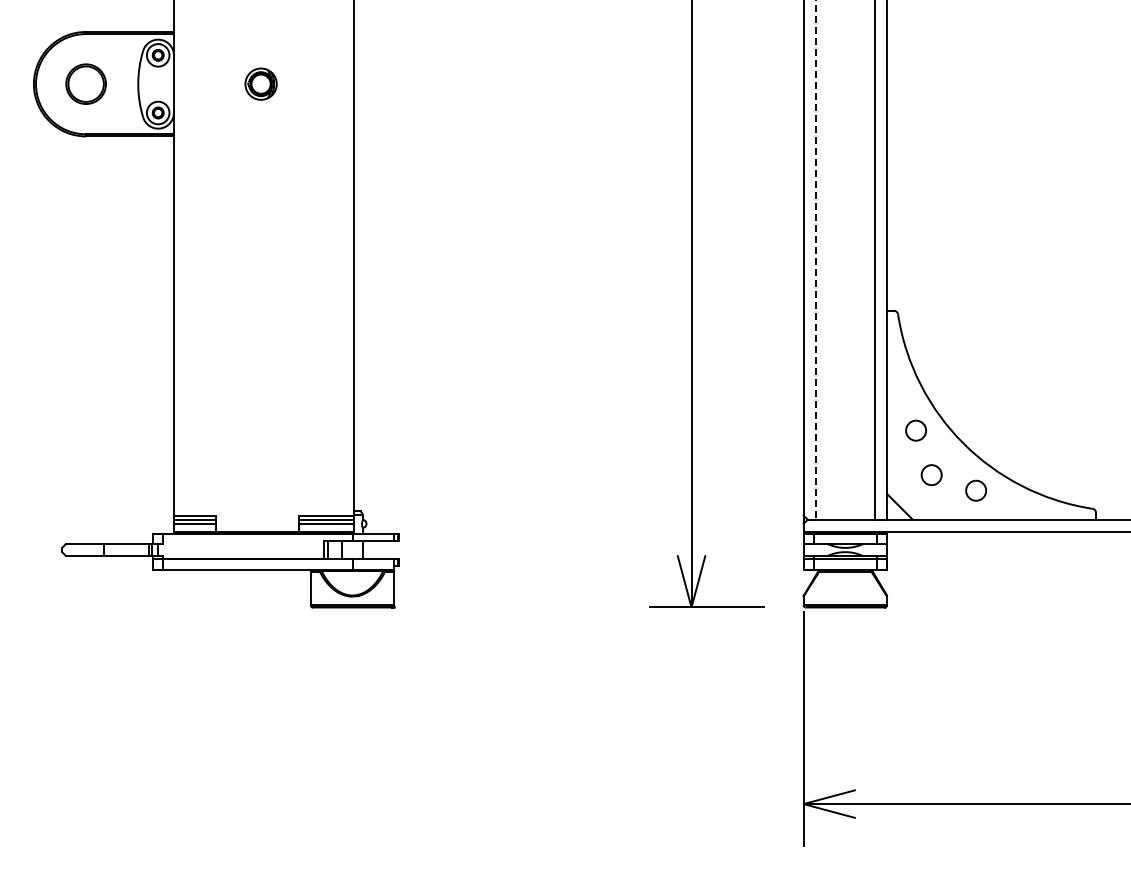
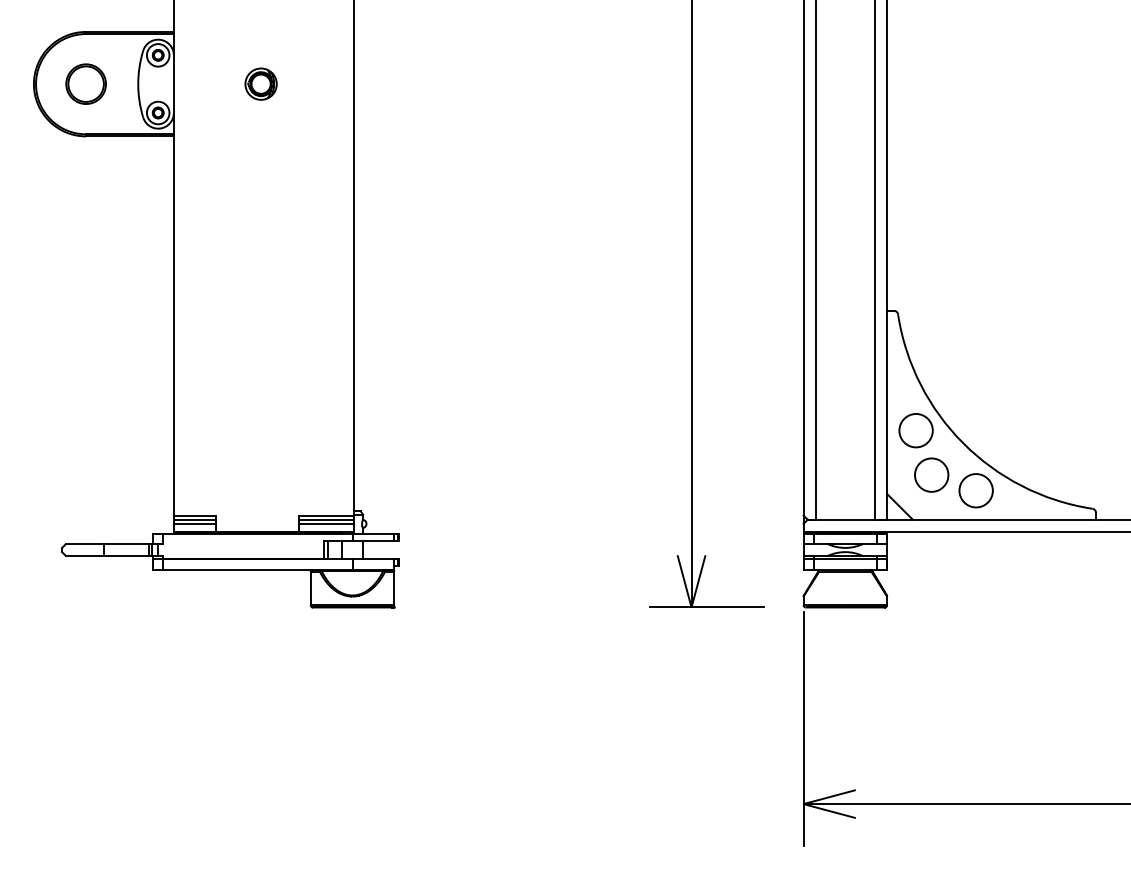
line at (816, 260): dashed -> solid
circle at (916, 430) diameter: 20 px -> 33 px
circle at (931, 475) diameter: 20 px -> 33 px
circle at (976, 490) diameter: 20 px -> 33 px
